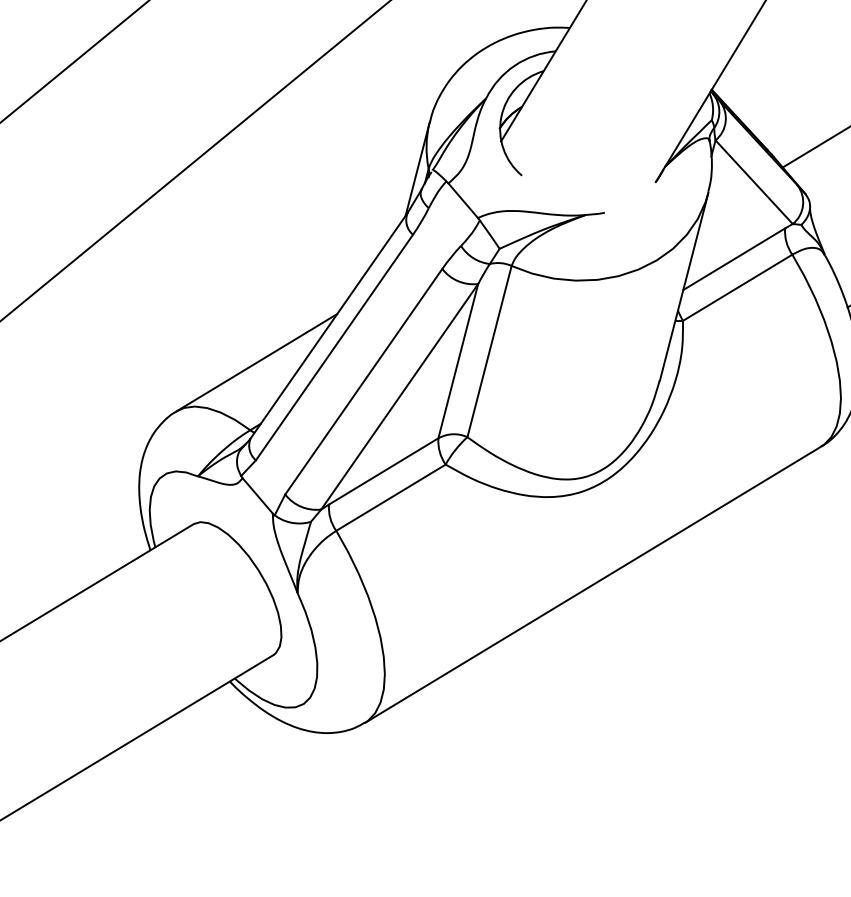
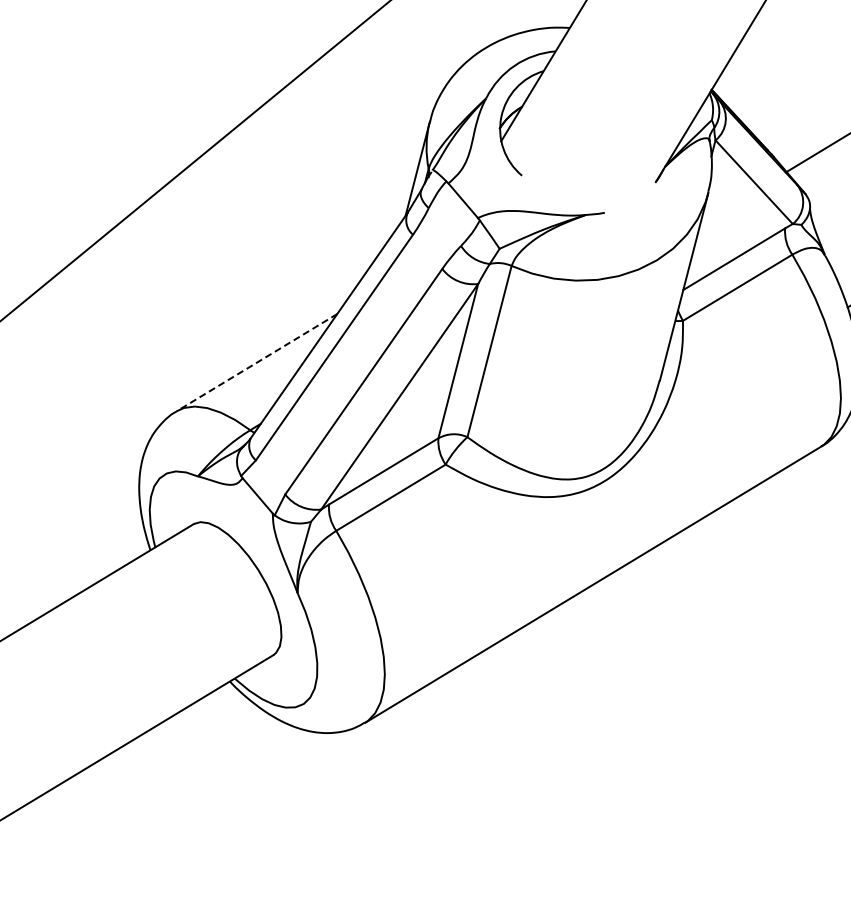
line at (74, 61): present -> none
line at (814, 147) position: (814, 147) -> (816, 153)
line at (257, 362): solid -> dashed
